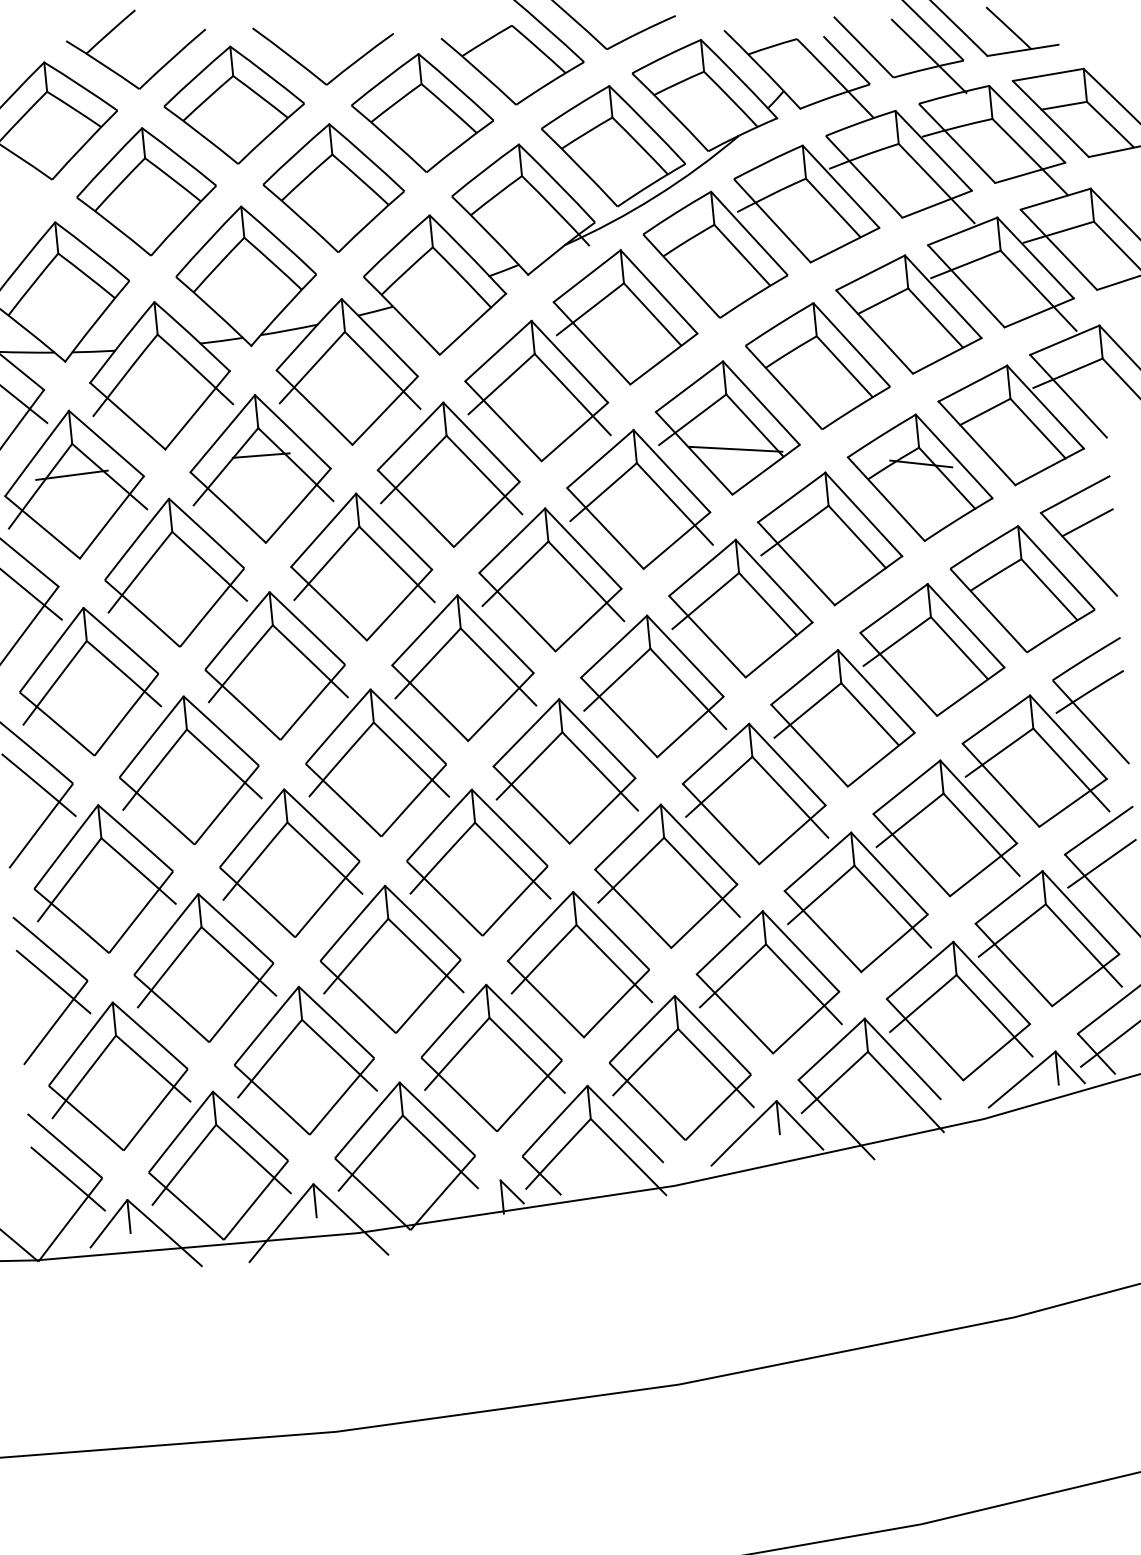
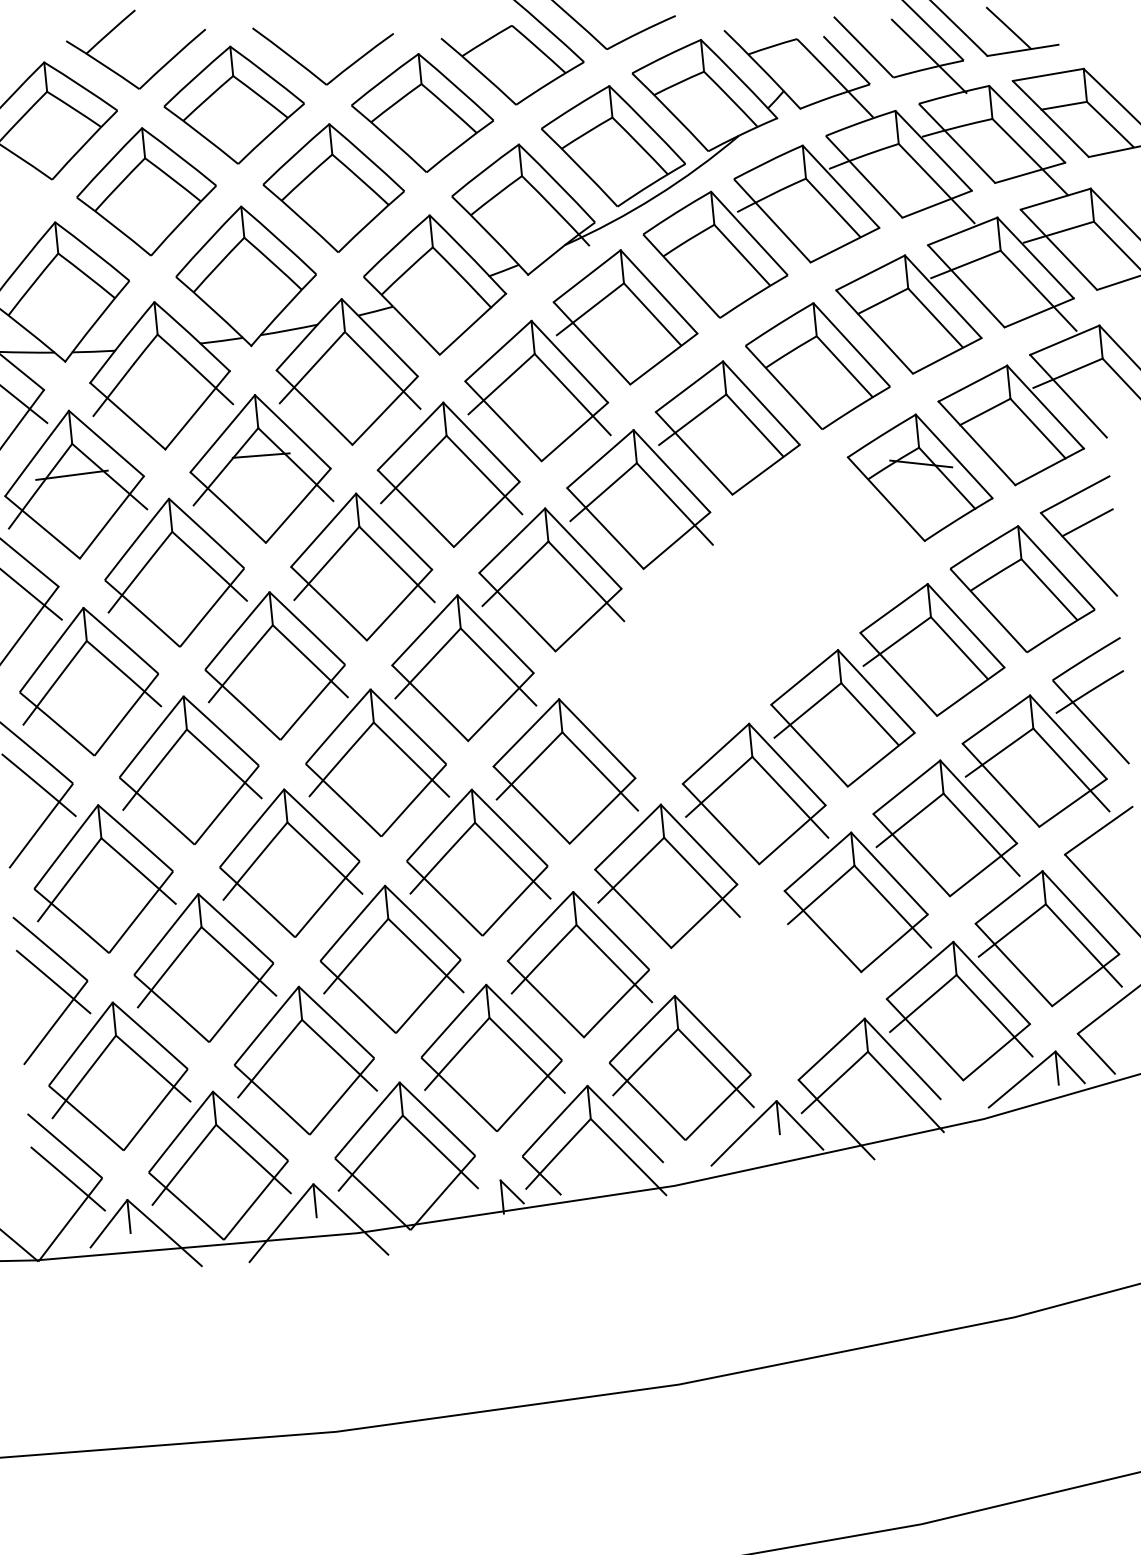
line at (735, 448): present -> none
part at (741, 614): present -> none
line at (1101, 863): present -> none
part at (768, 982): present -> none
line at (1109, 1044): present -> none
